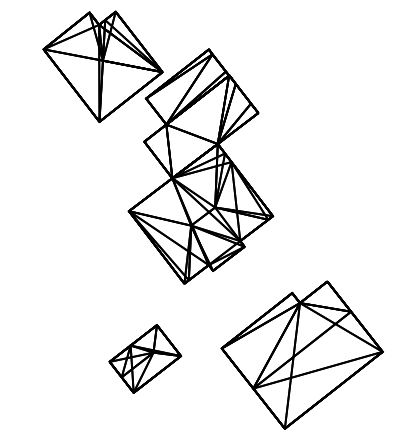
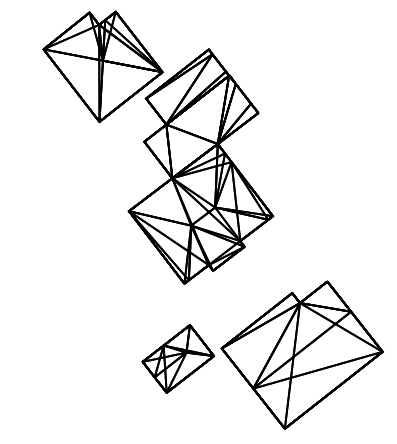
part at (145, 358) position: (145, 358) -> (178, 358)
